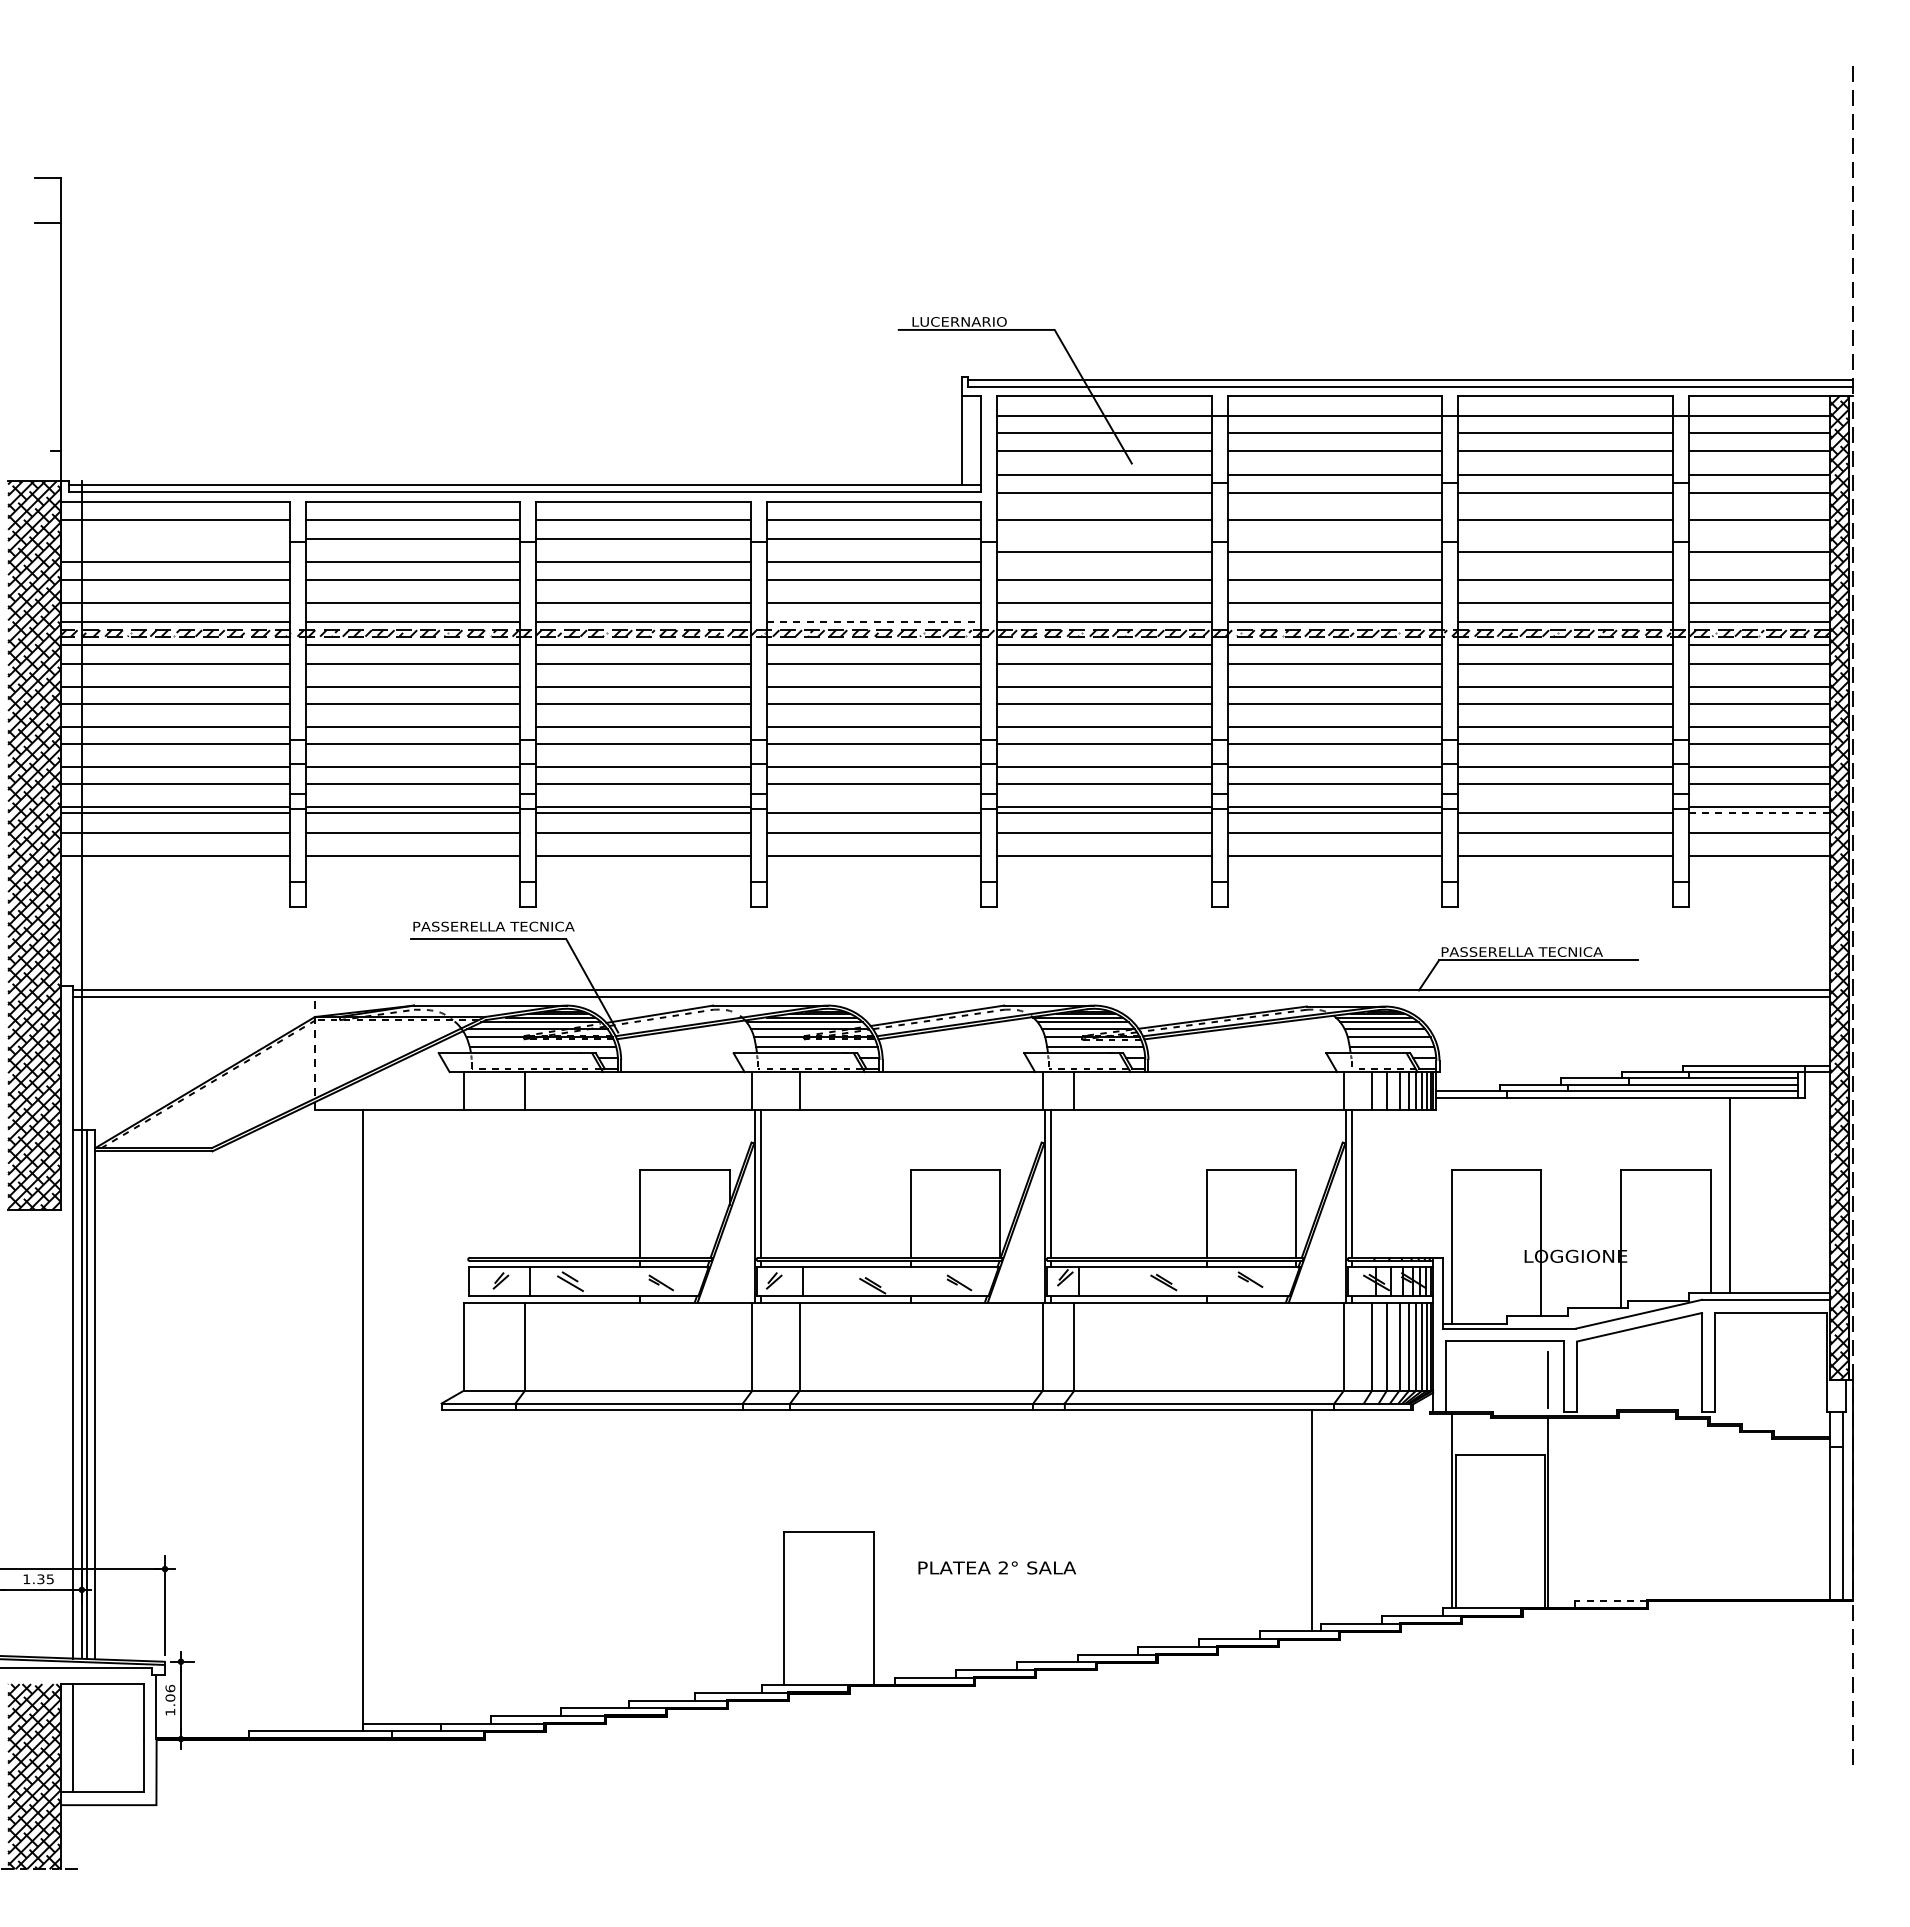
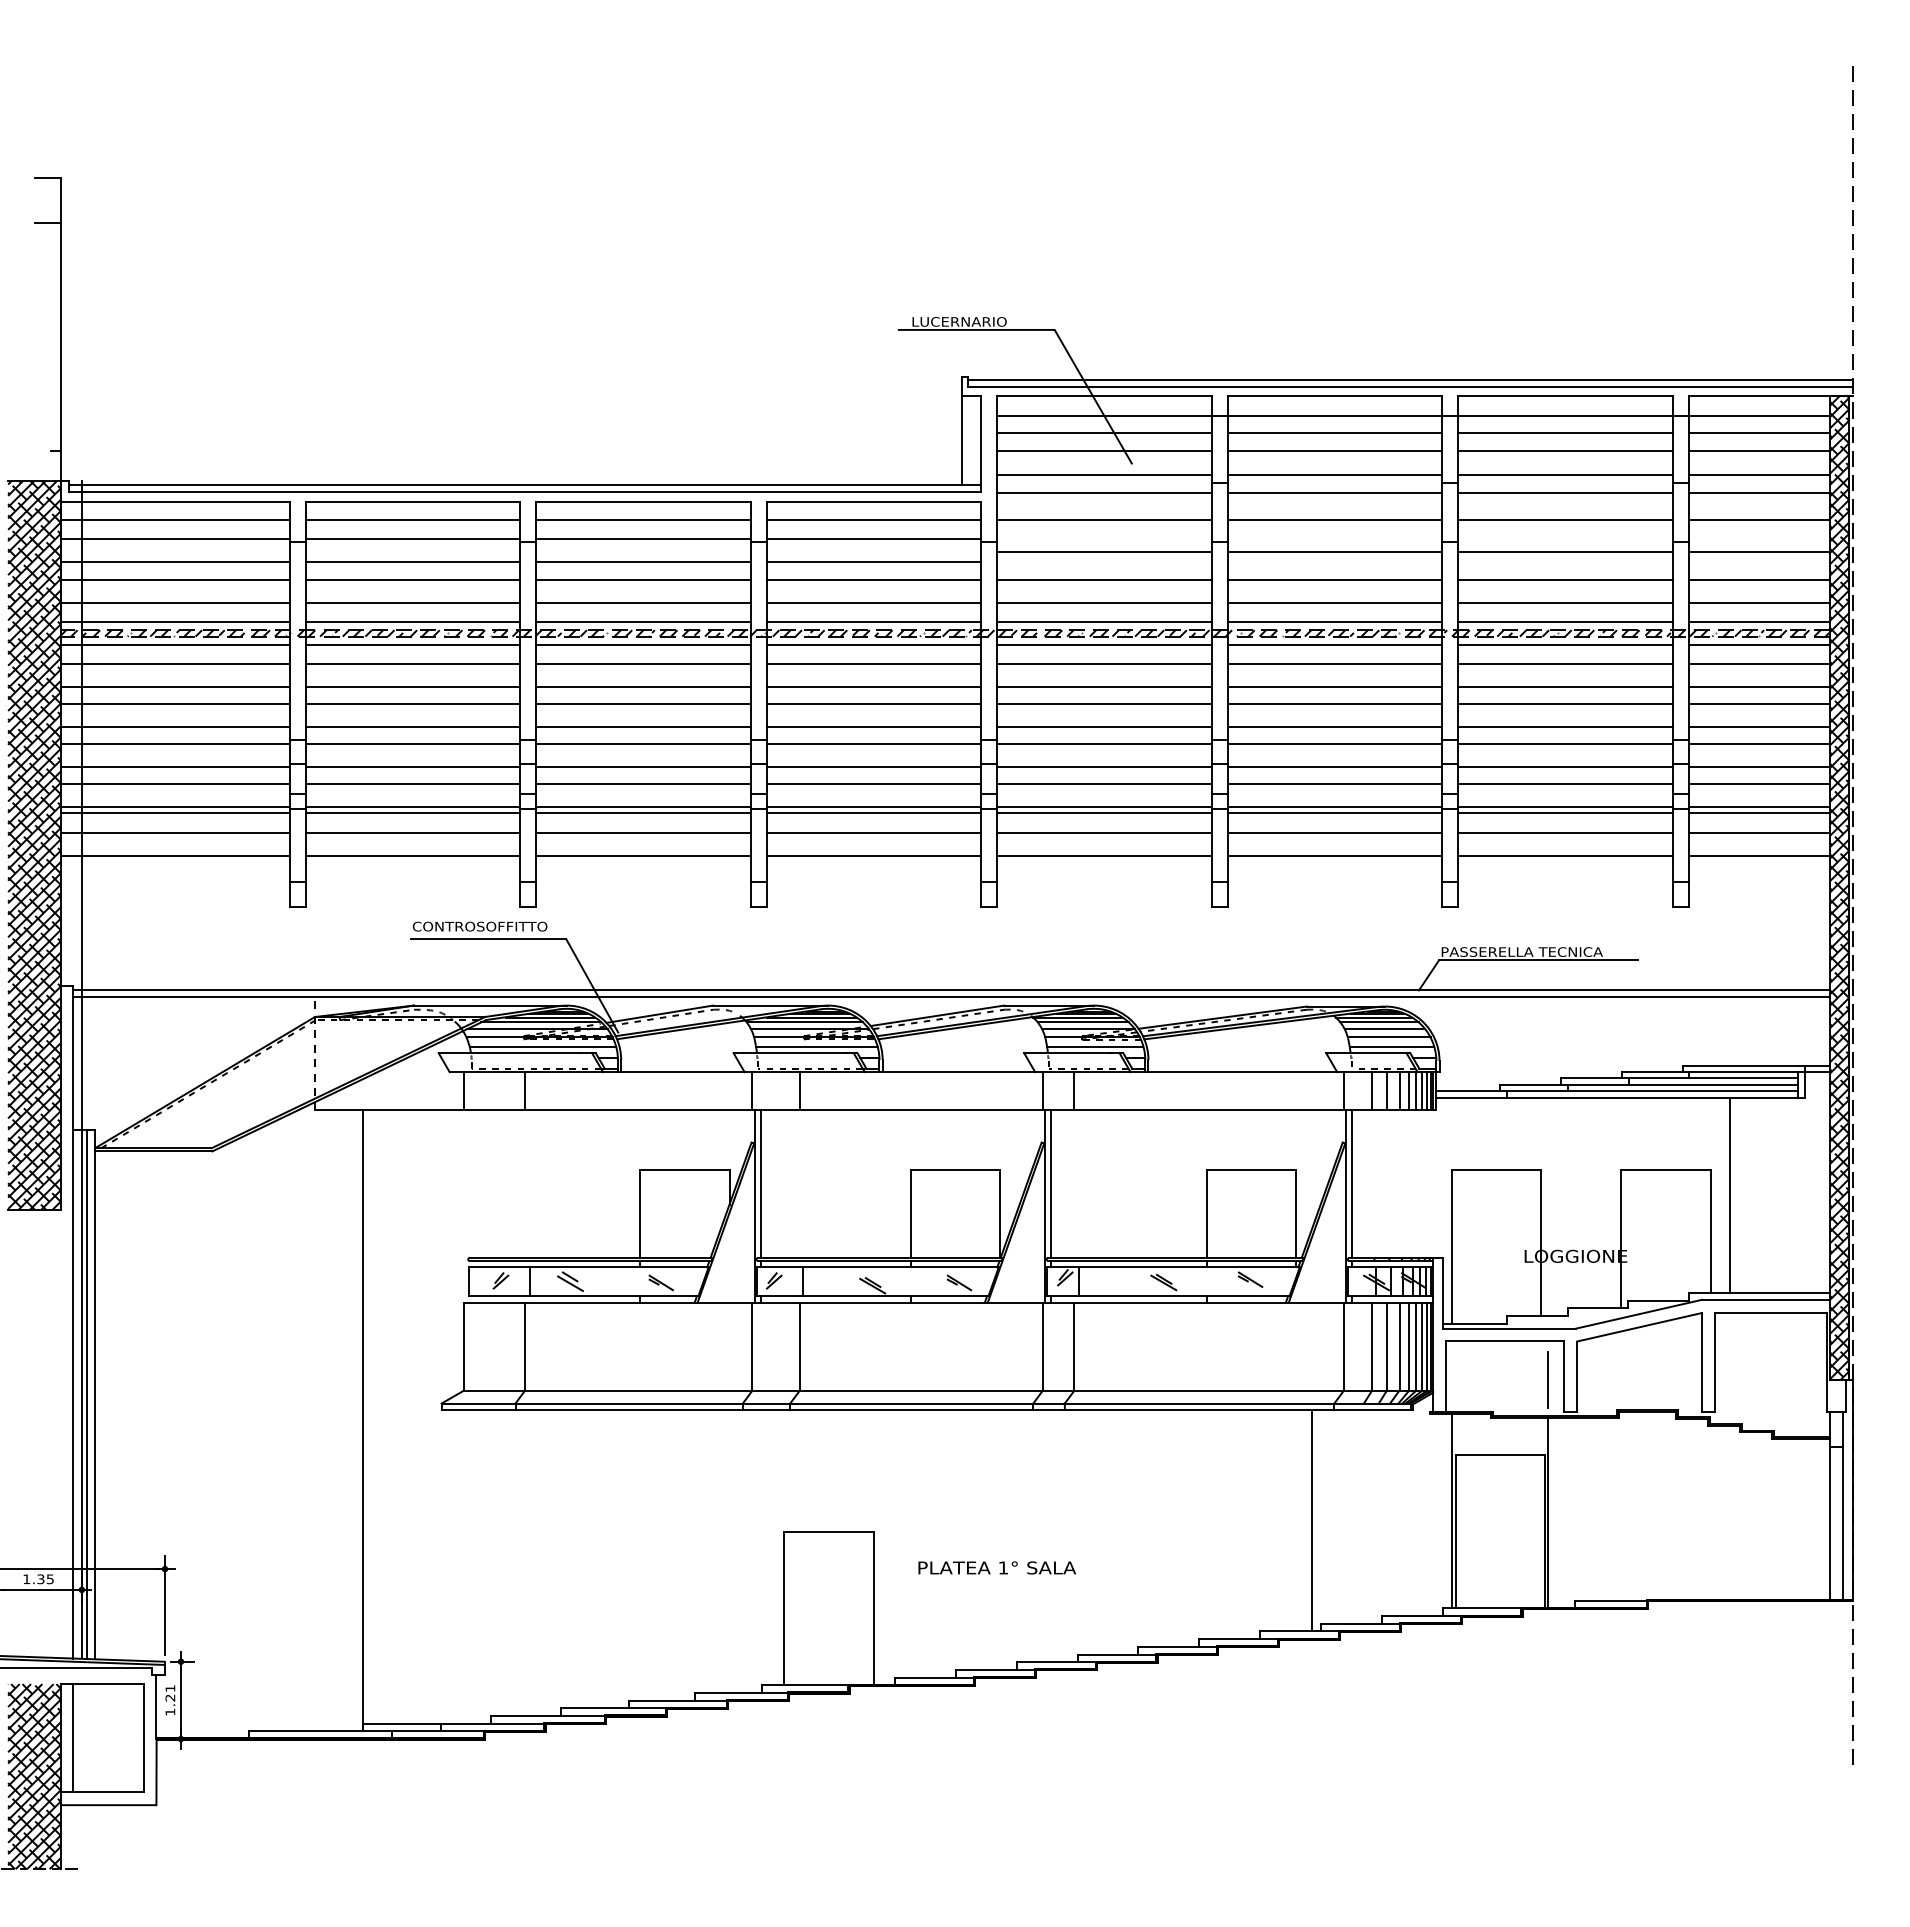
line at (174, 538): none -> present
line at (874, 622): dashed -> solid
line at (873, 806): none -> present
line at (1565, 806): none -> present
line at (1759, 813): dashed -> solid
text at (493, 926): PASSERELLA TECNICA -> CONTROSOFFITTO
text at (1002, 1567): 2° -> 1°
line at (1610, 1600): dashed -> solid
text at (170, 1692): 1.06 -> 1.21
